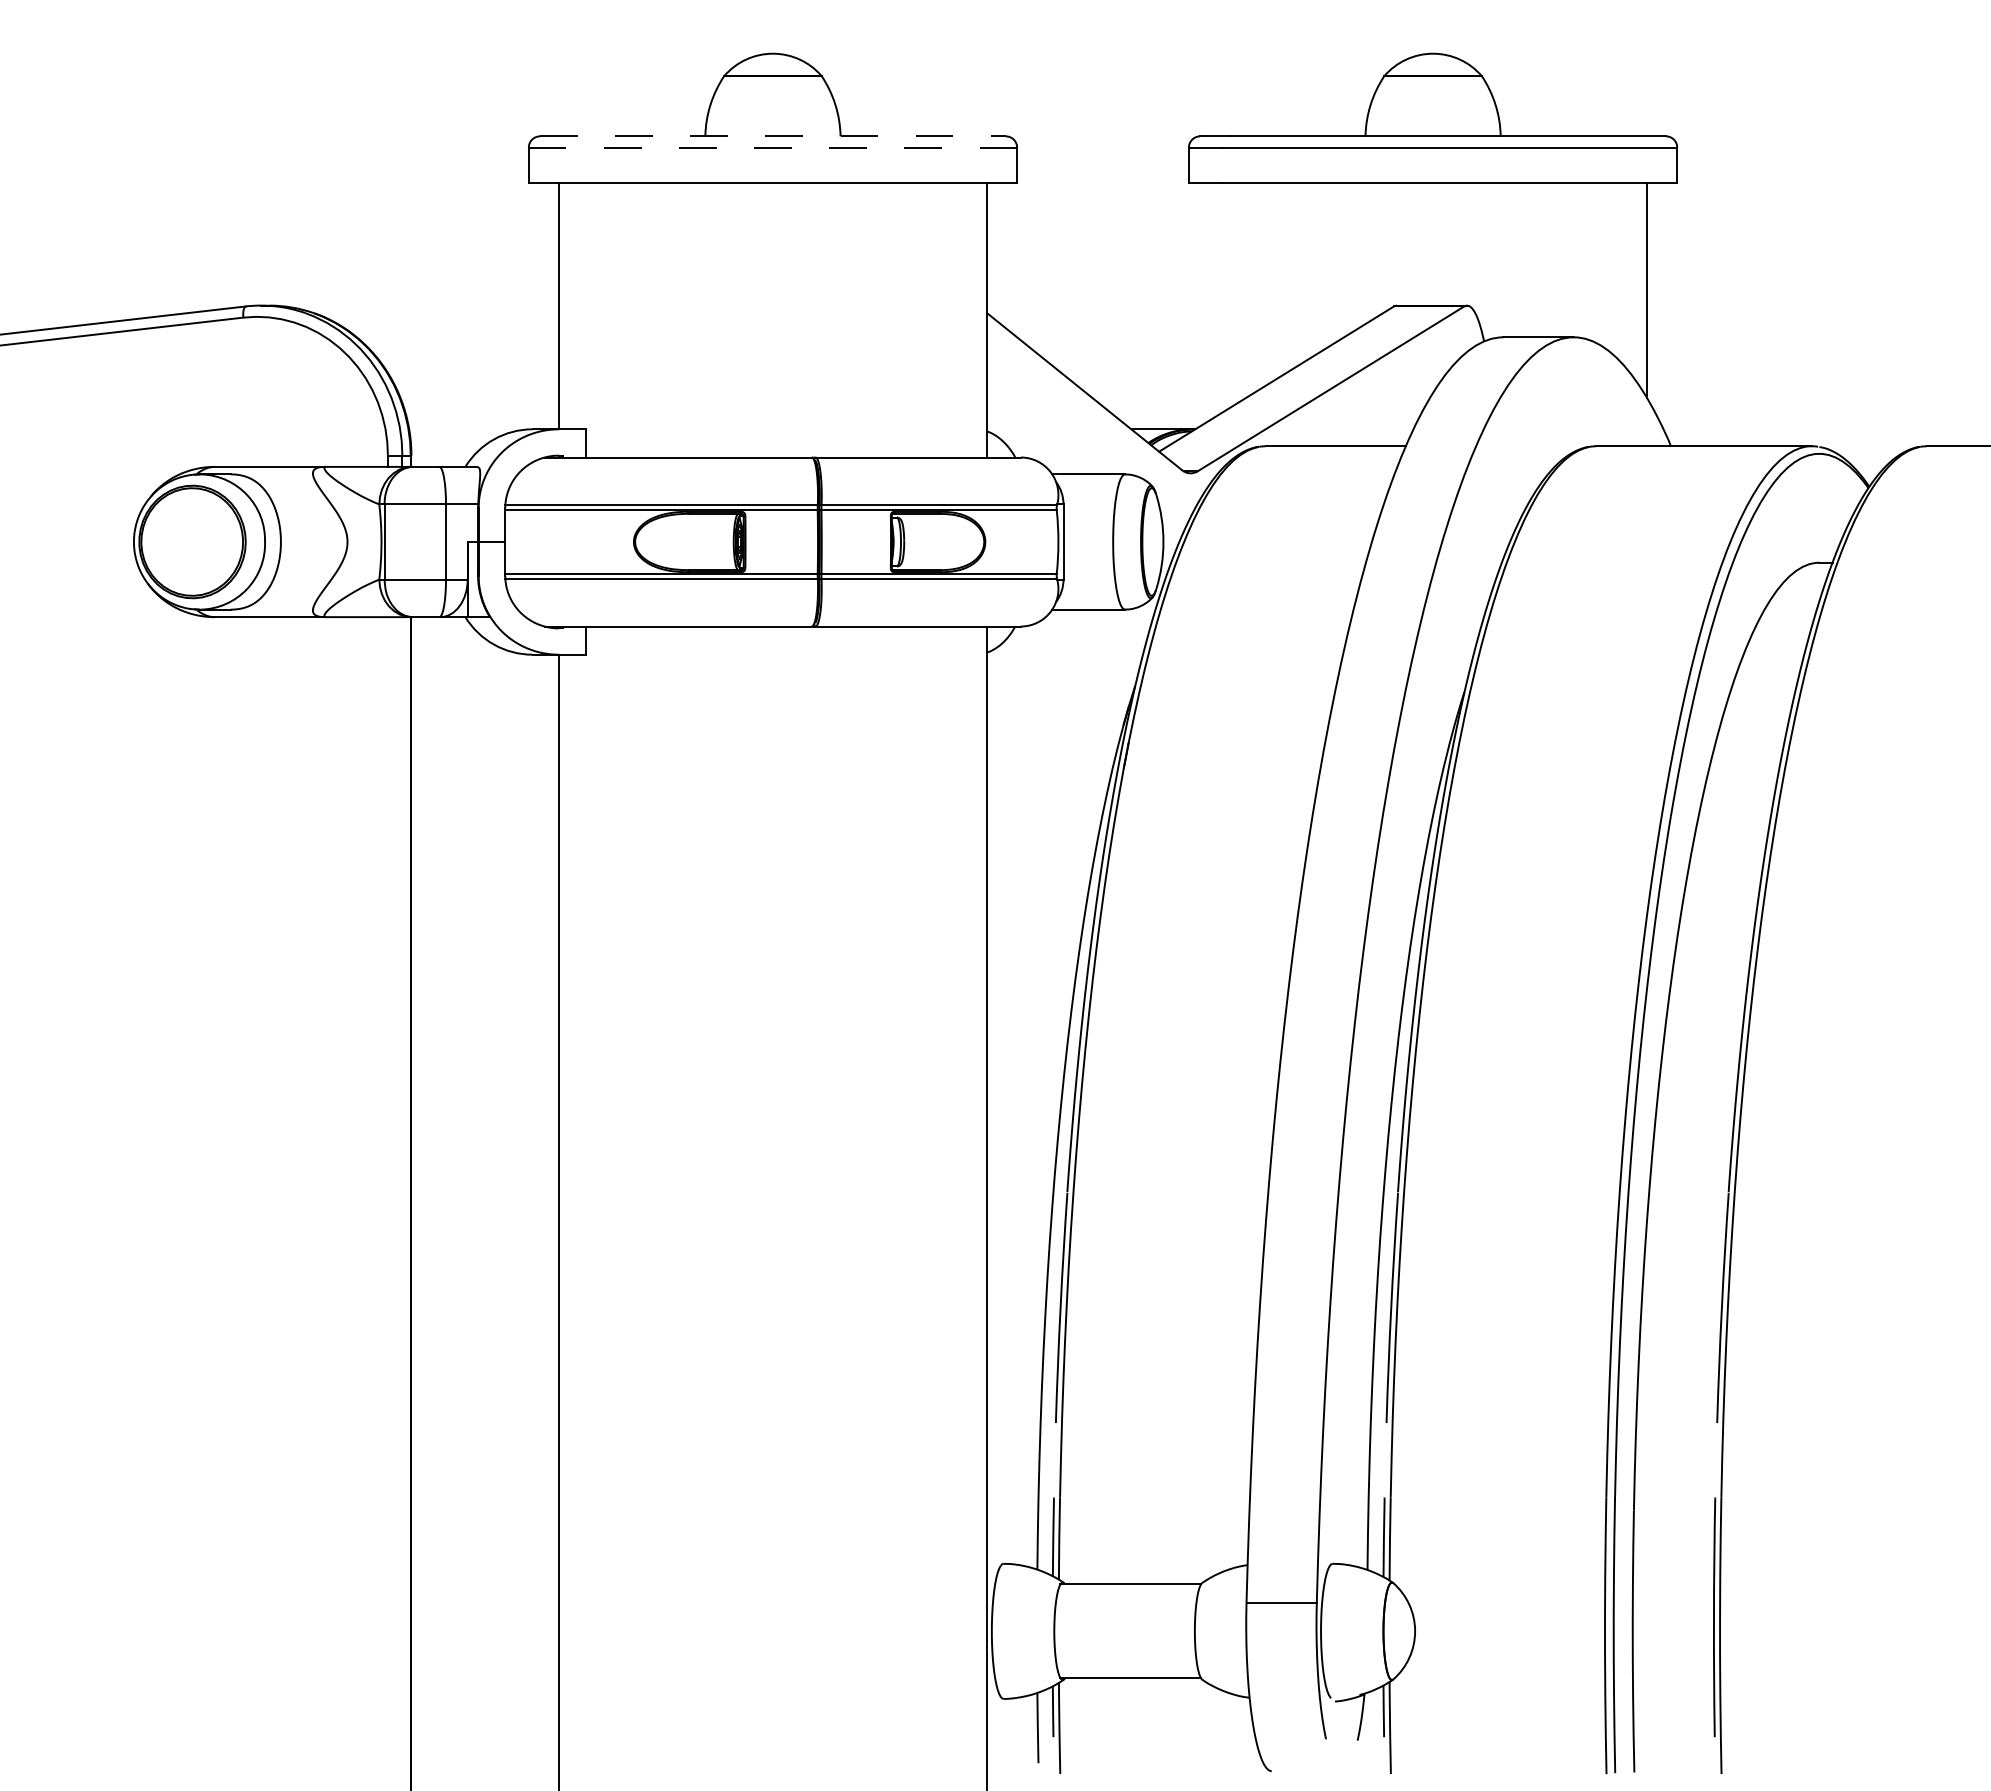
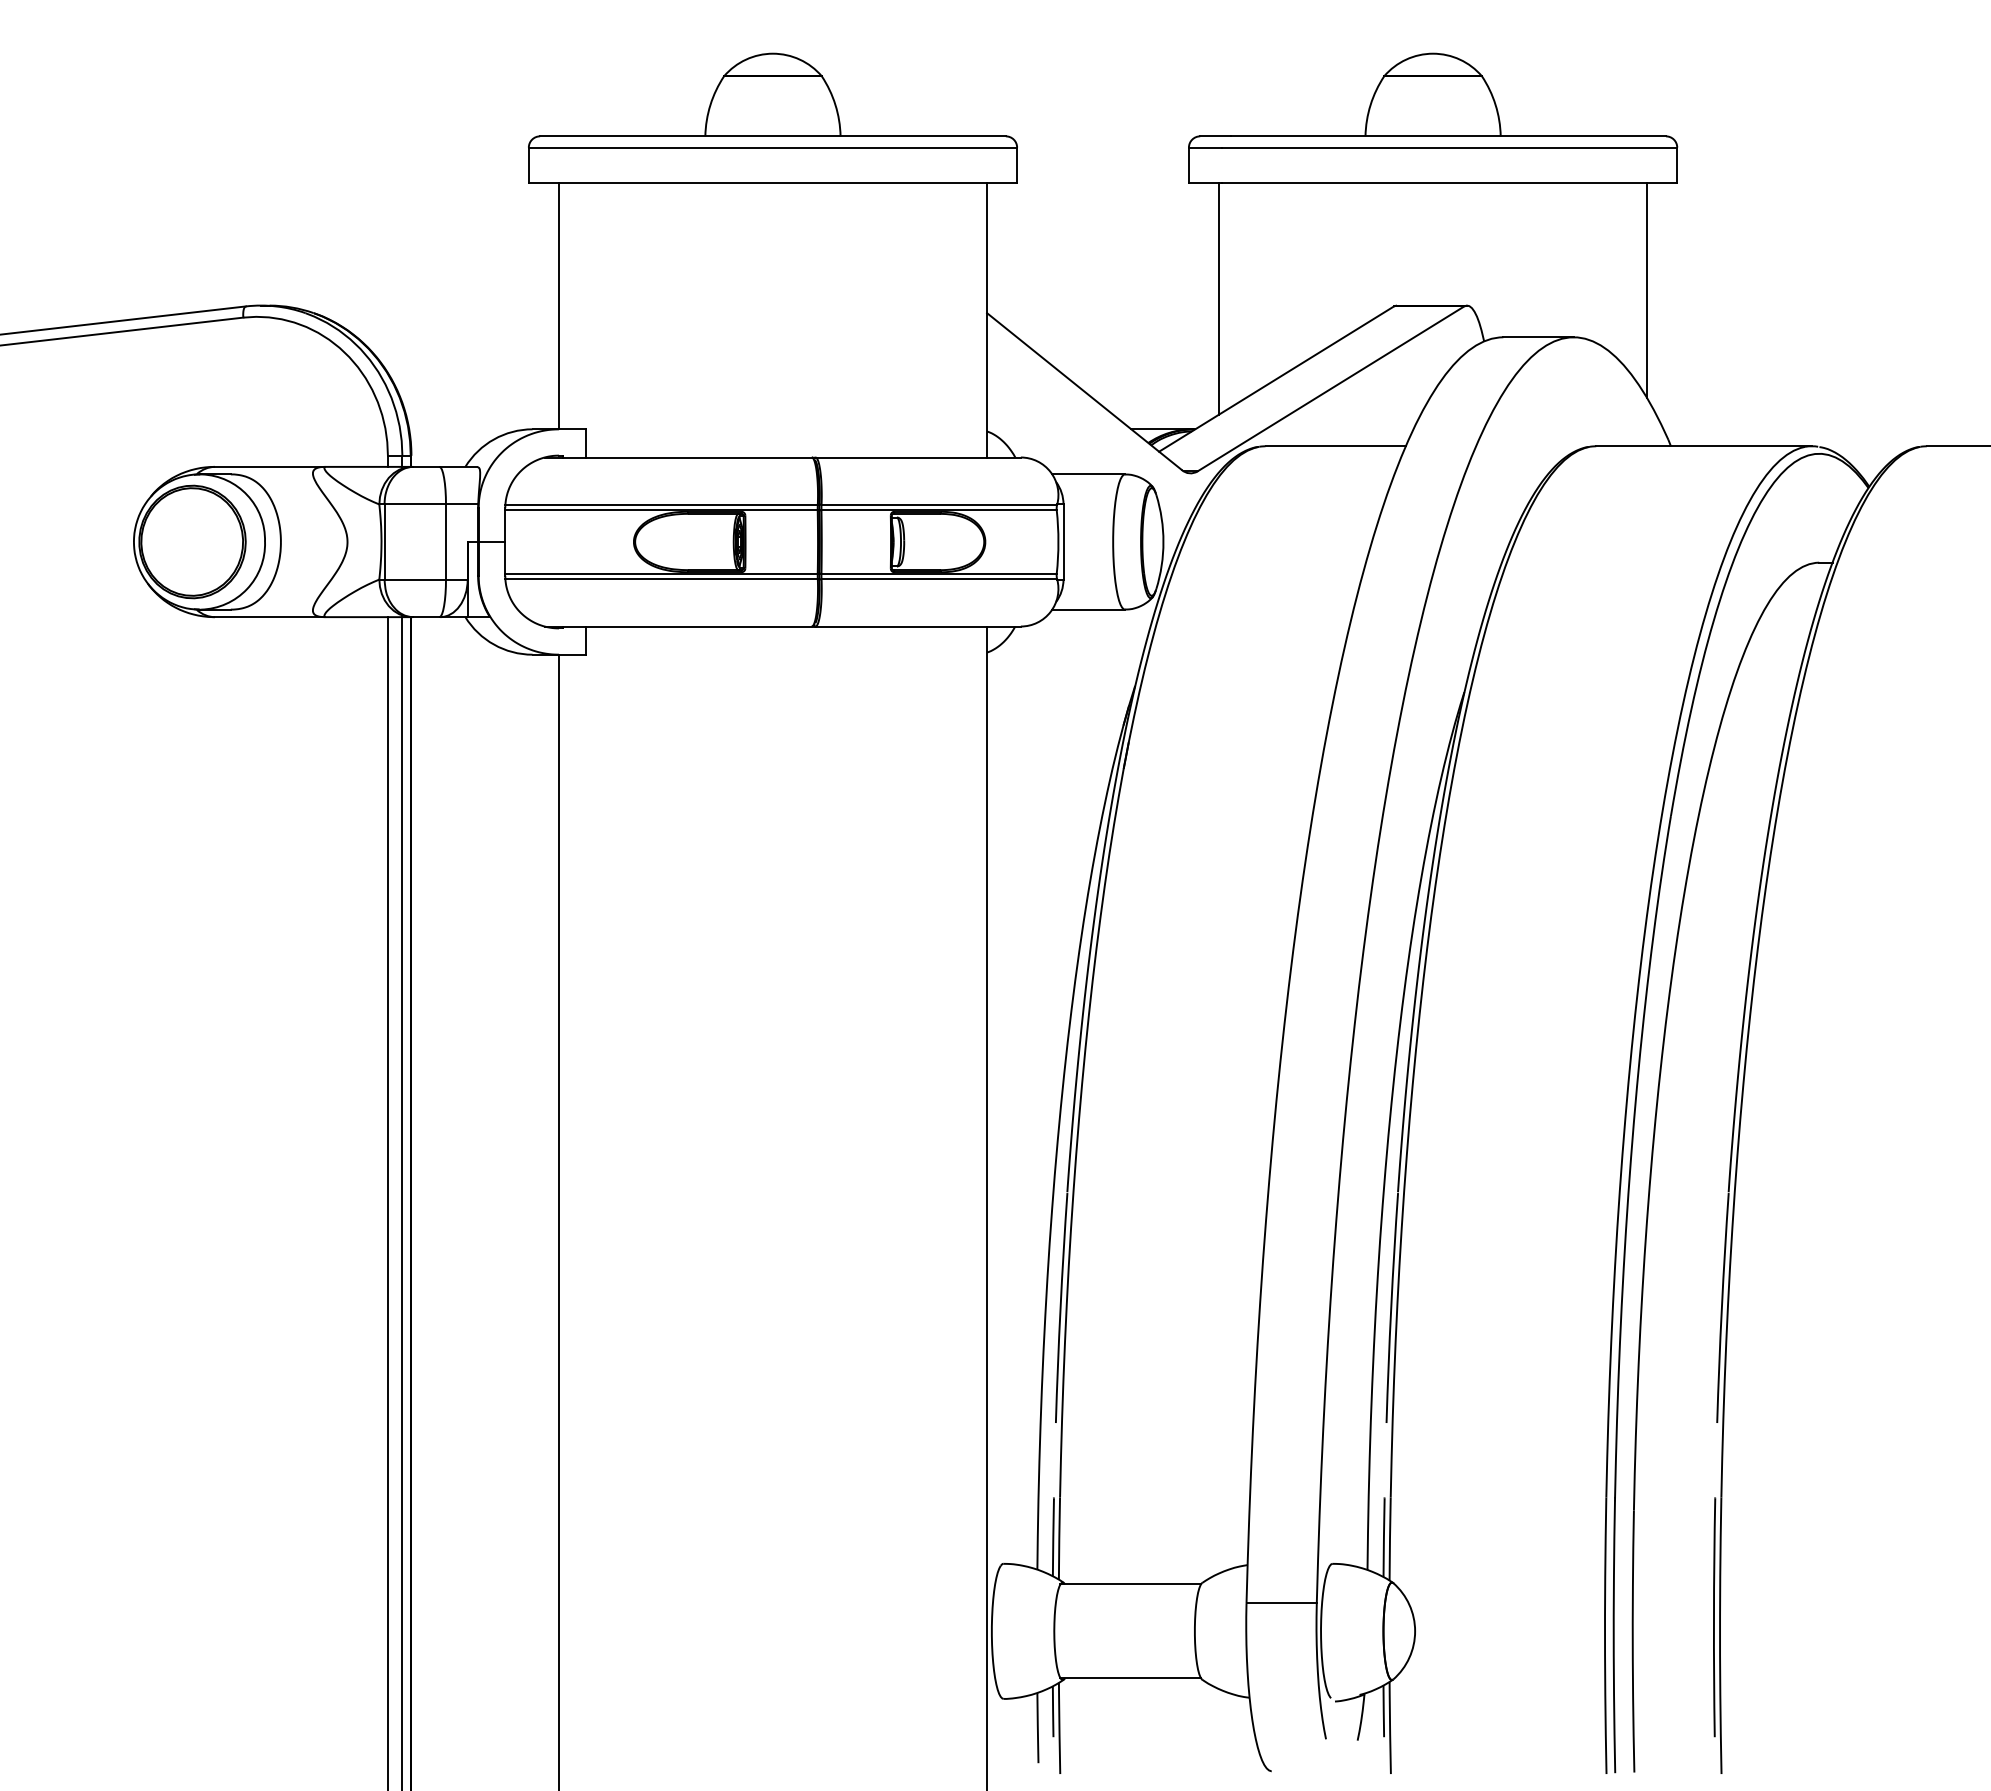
line at (772, 136): dashed -> solid
line at (772, 147): dashed -> solid
line at (1218, 298): none -> present
line at (387, 1202): none -> present
line at (402, 1202): none -> present
